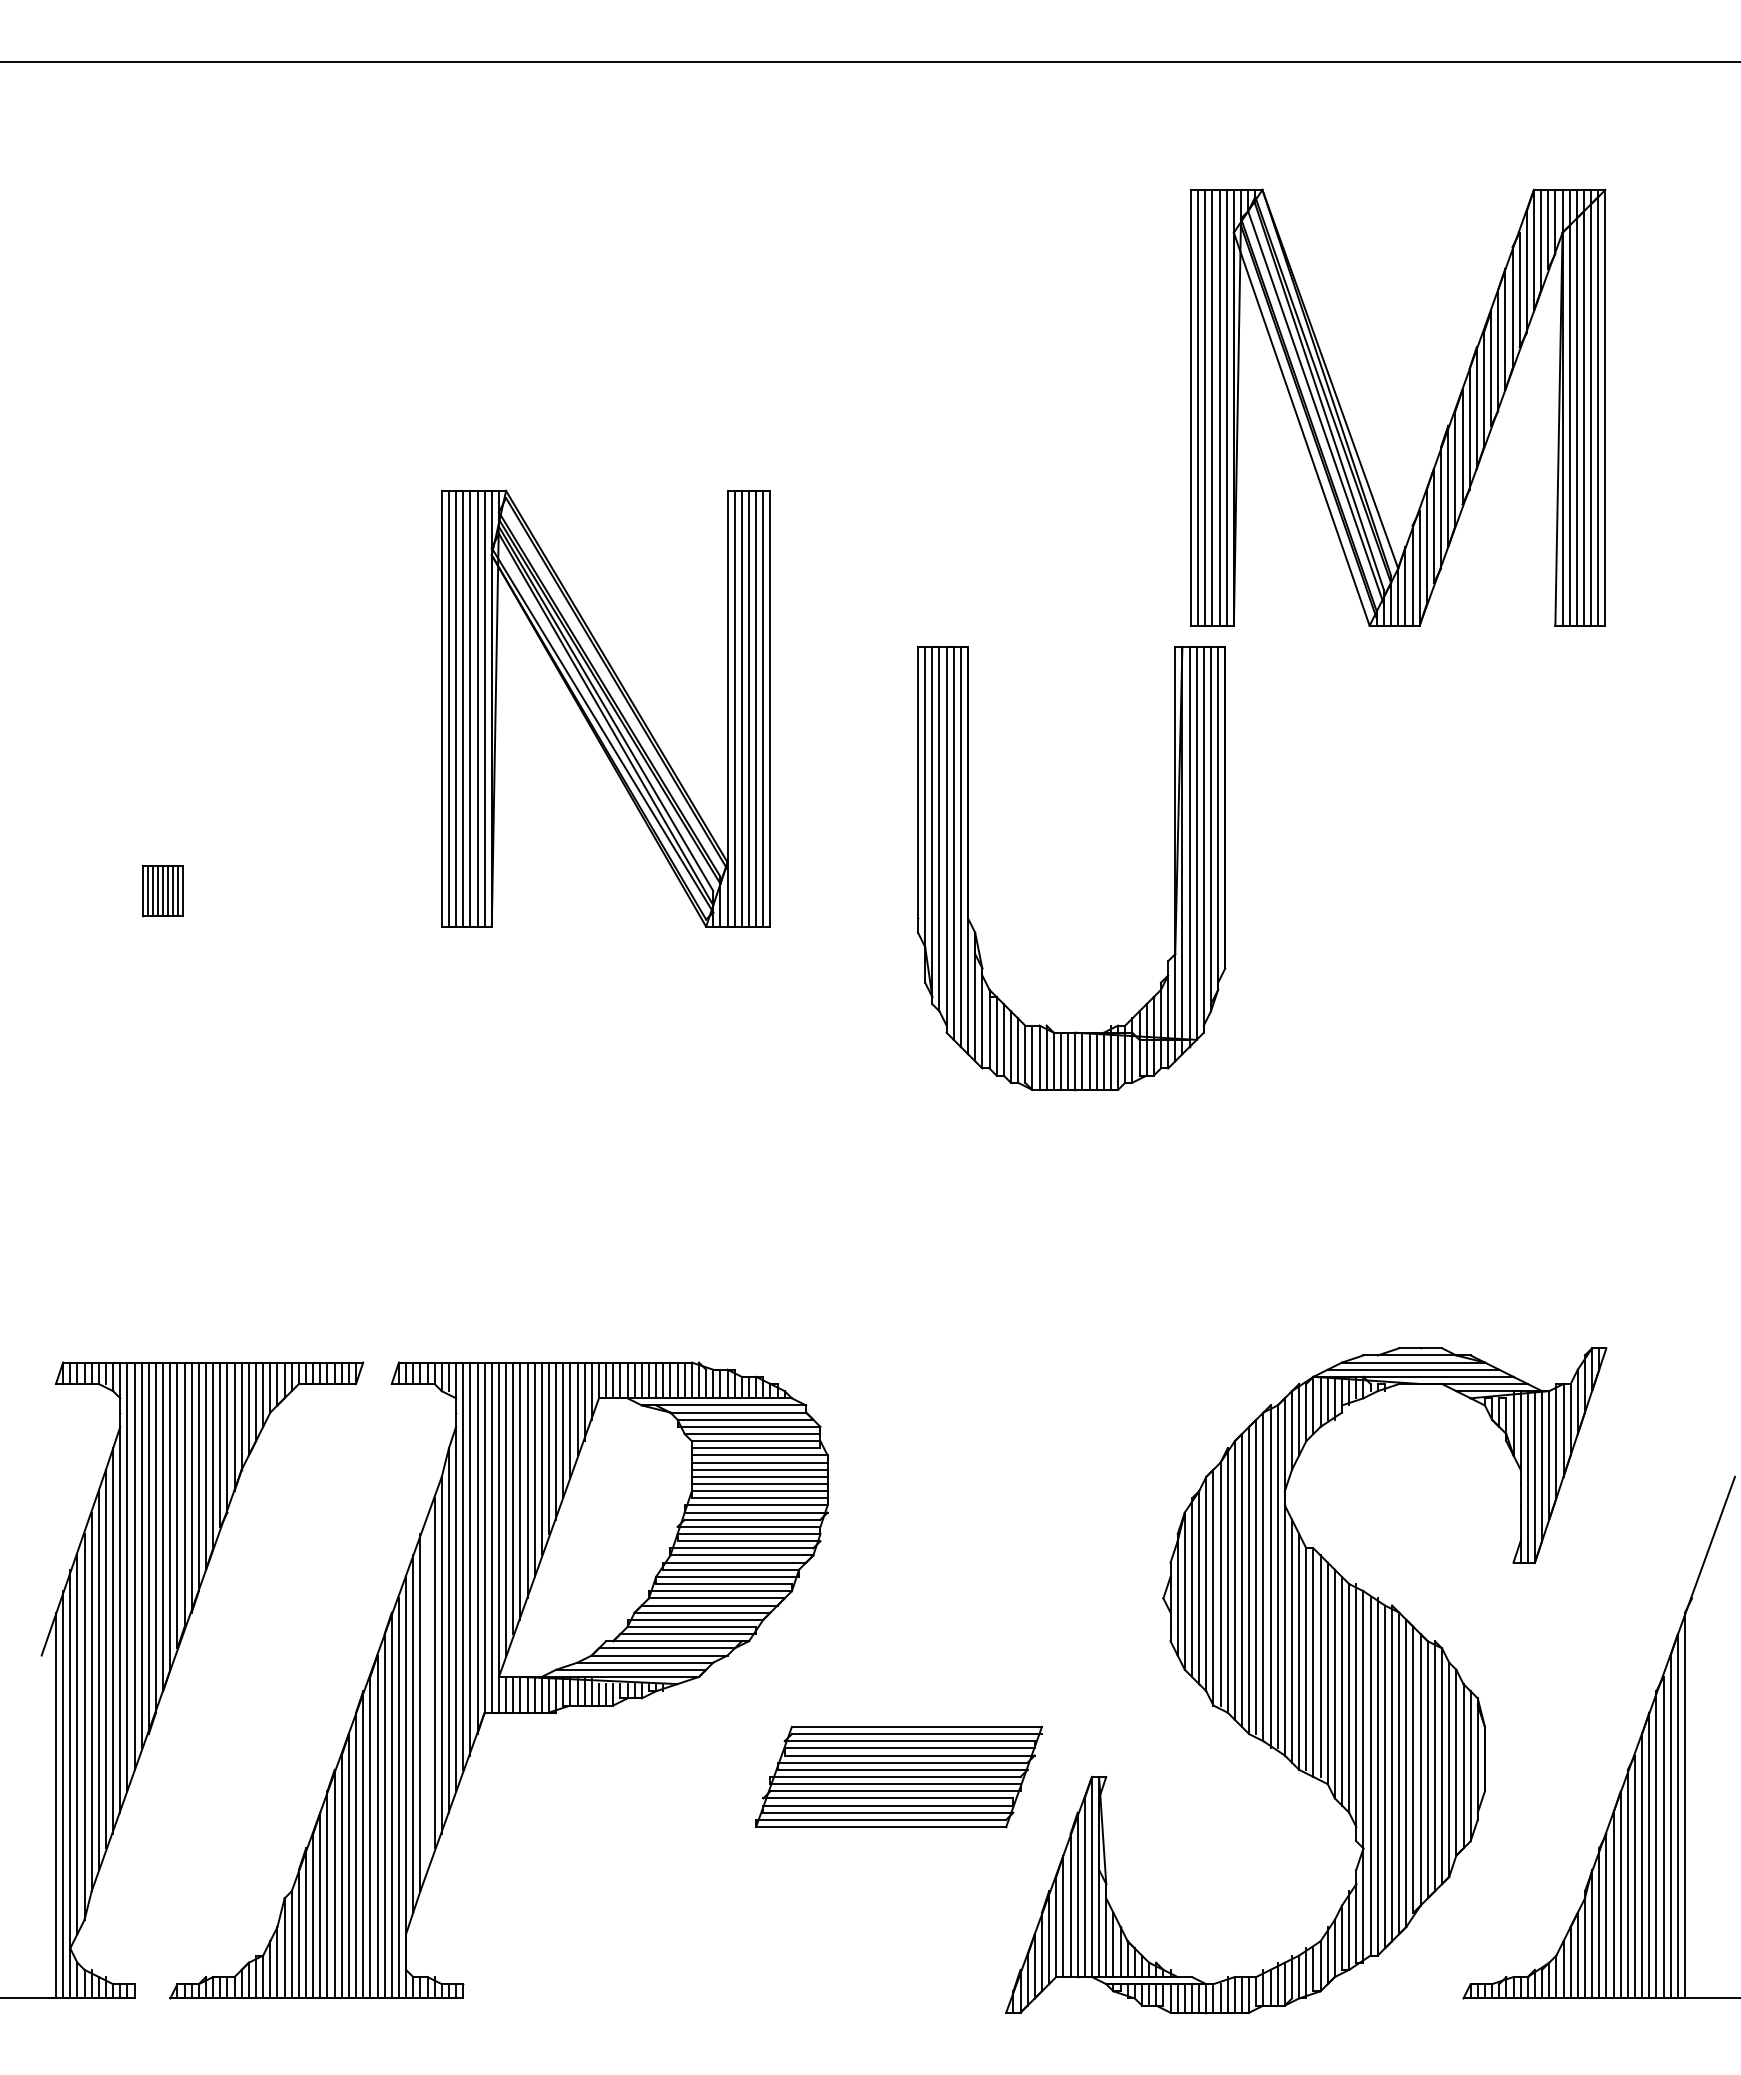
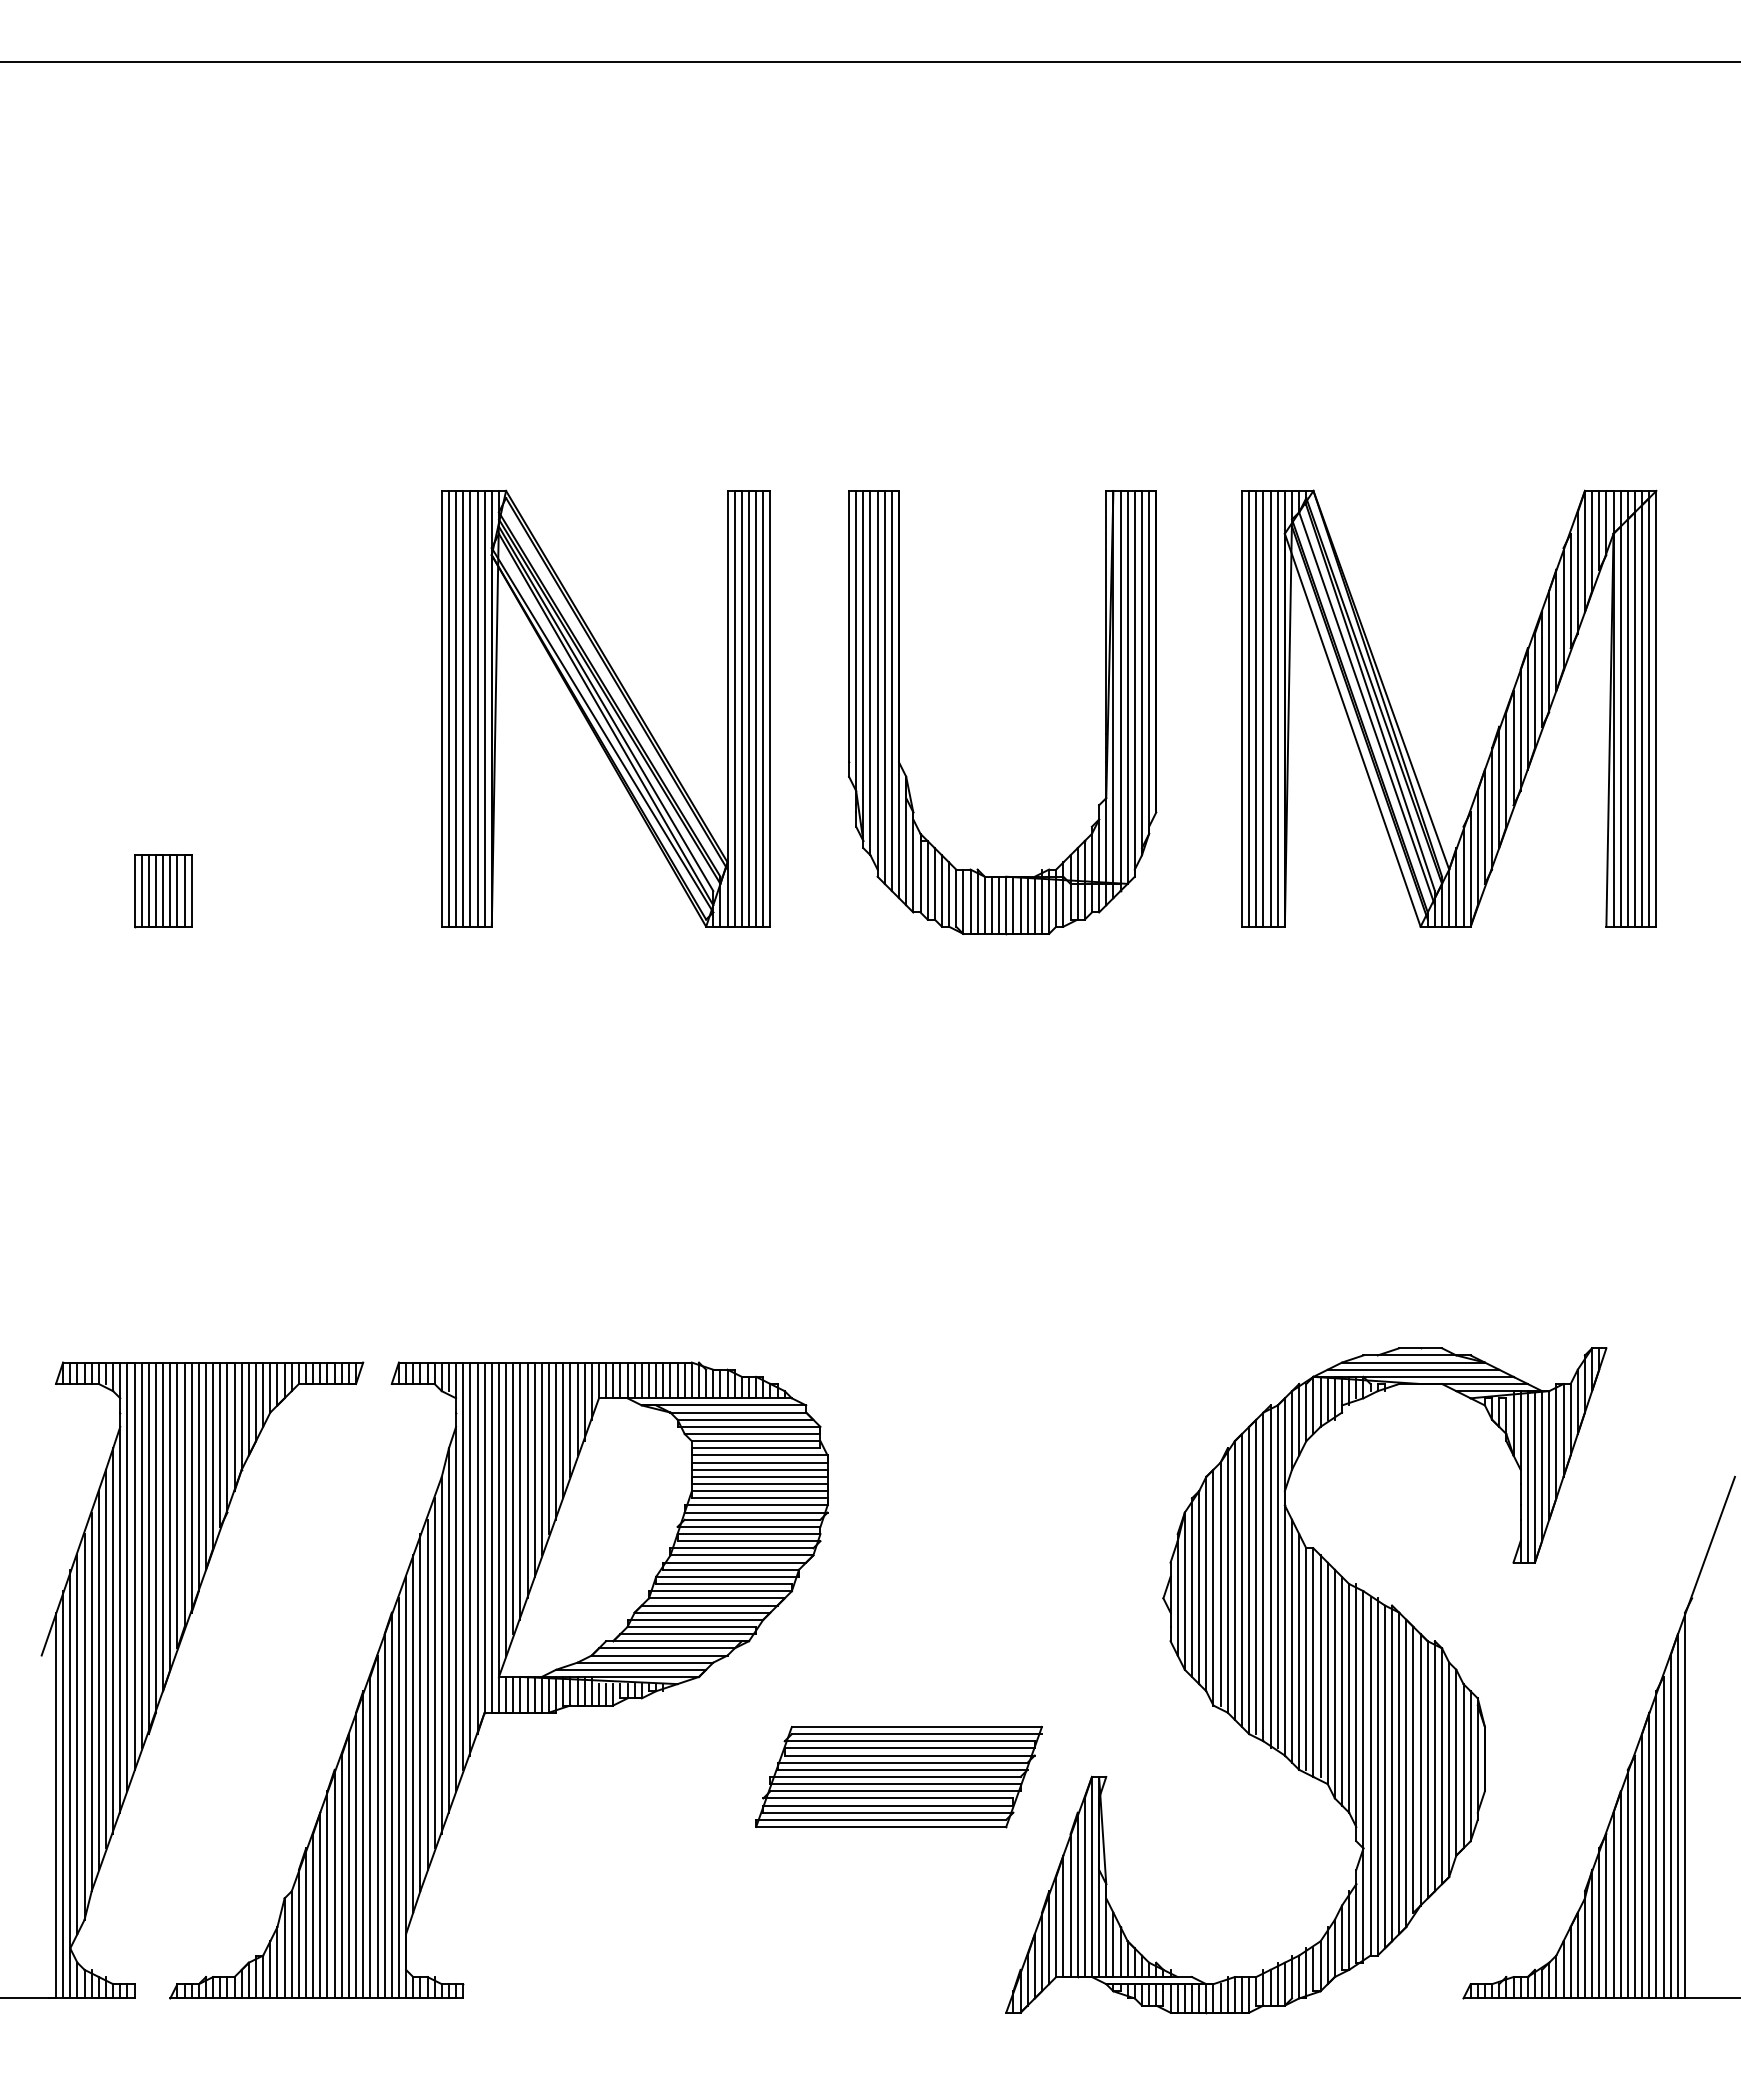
part at (1447, 424) position: (1447, 424) -> (1498, 725)
part at (968, 868) position: (968, 868) -> (899, 712)
part at (162, 891) size: 42x53 px -> 59x75 px
line at (427, 1694): none -> present
